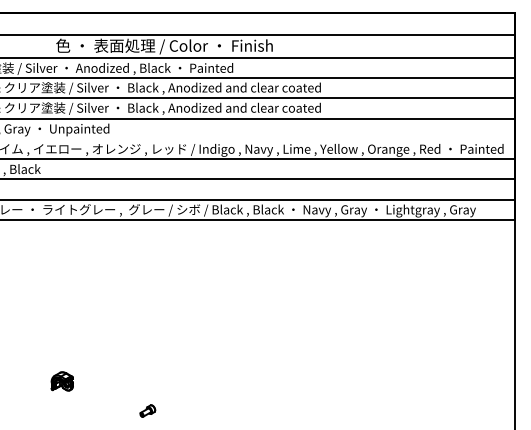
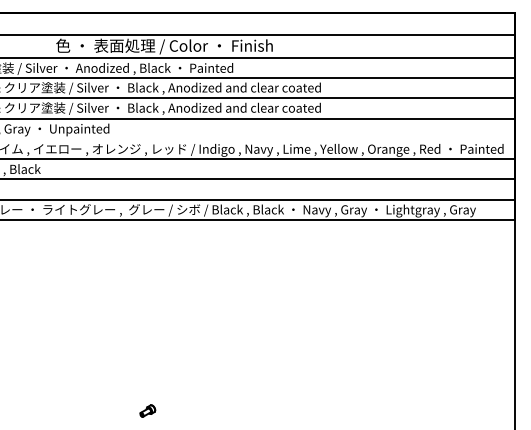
part at (61, 381): present -> none
